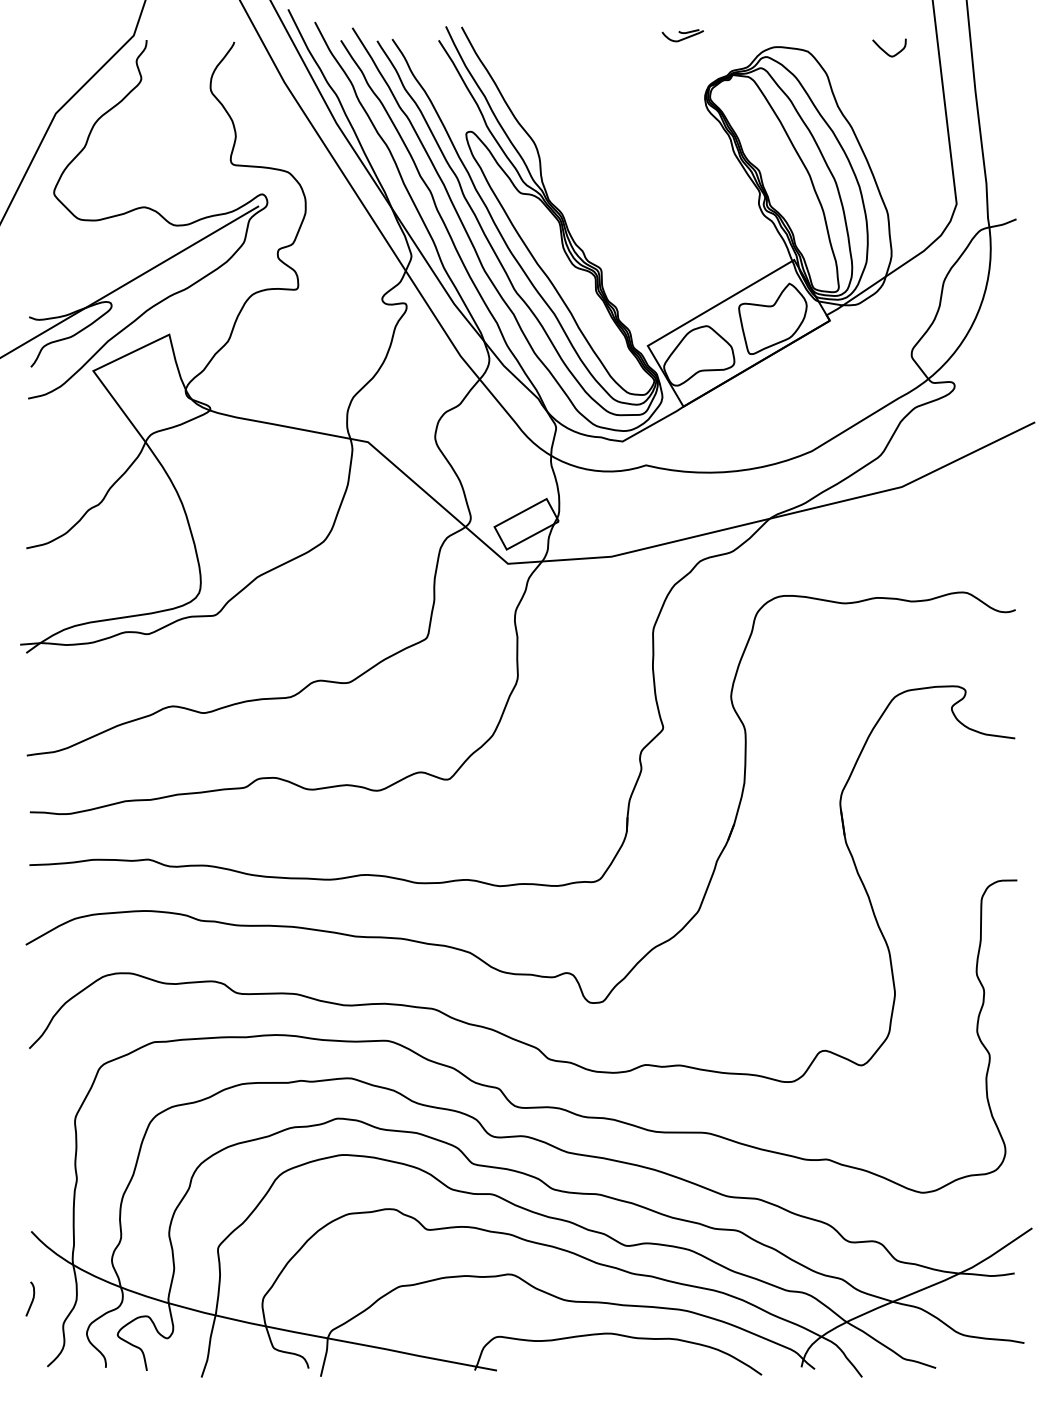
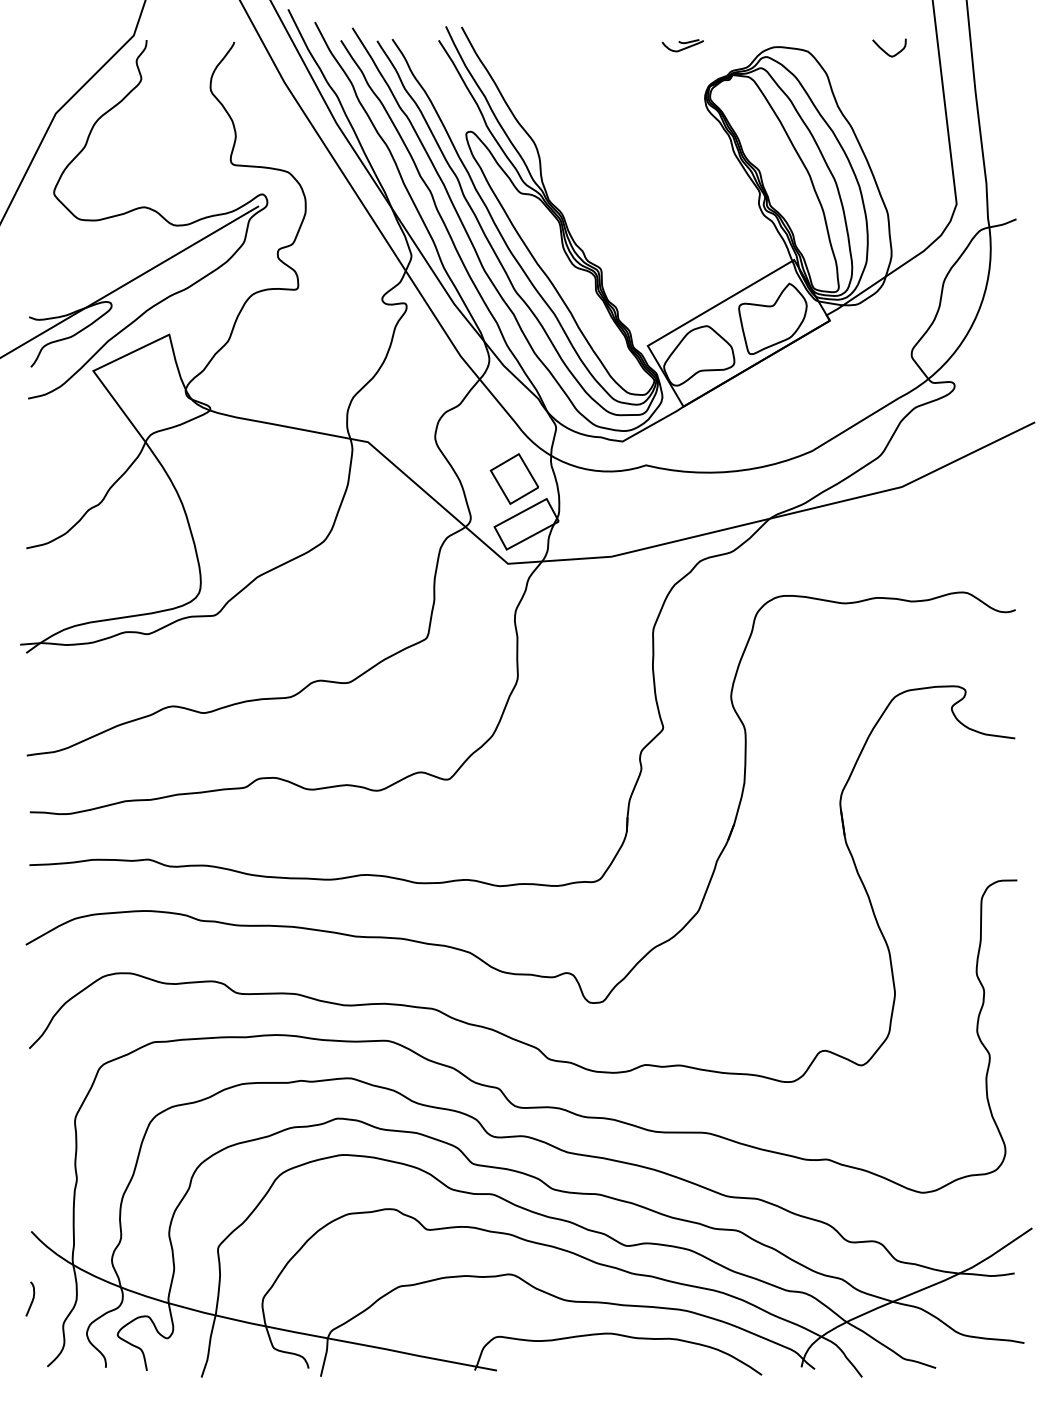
part at (682, 35) position: (682, 35) -> (682, 45)
part at (514, 478): none -> present
